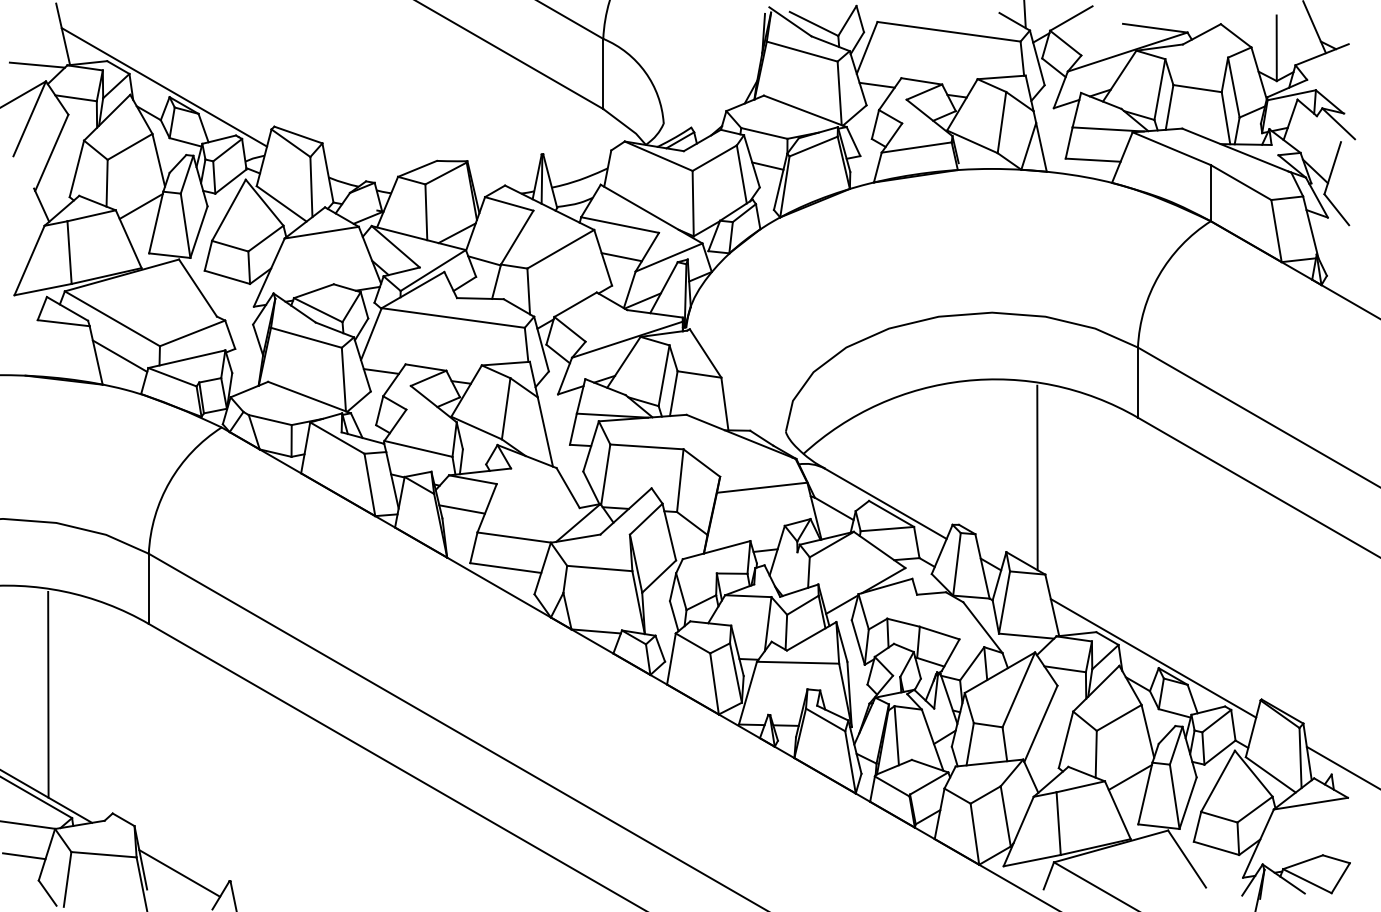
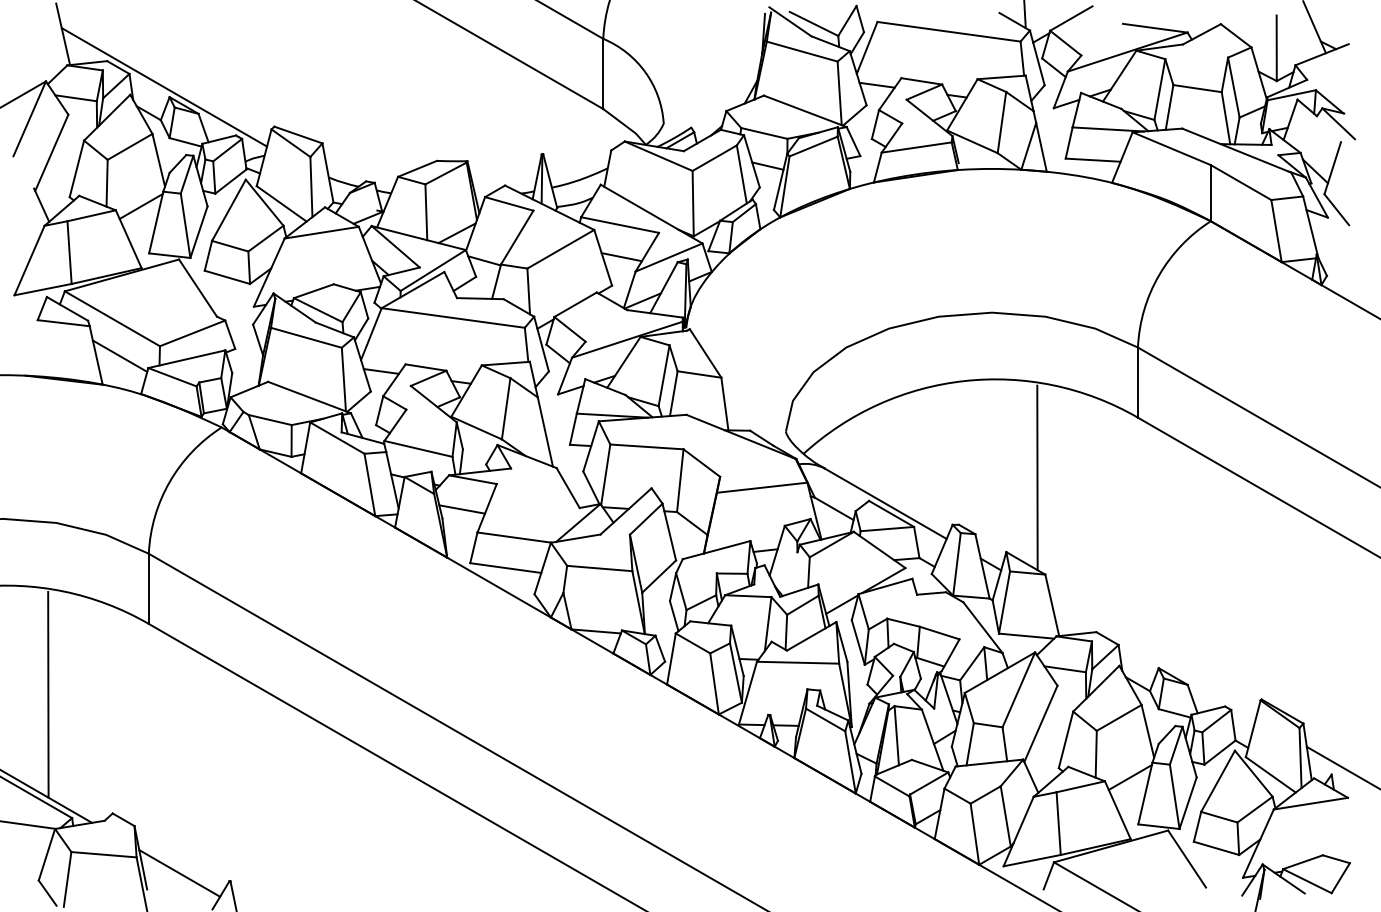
line at (37, 64): present -> none
line at (1153, 658): present -> none
line at (24, 856): present -> none
